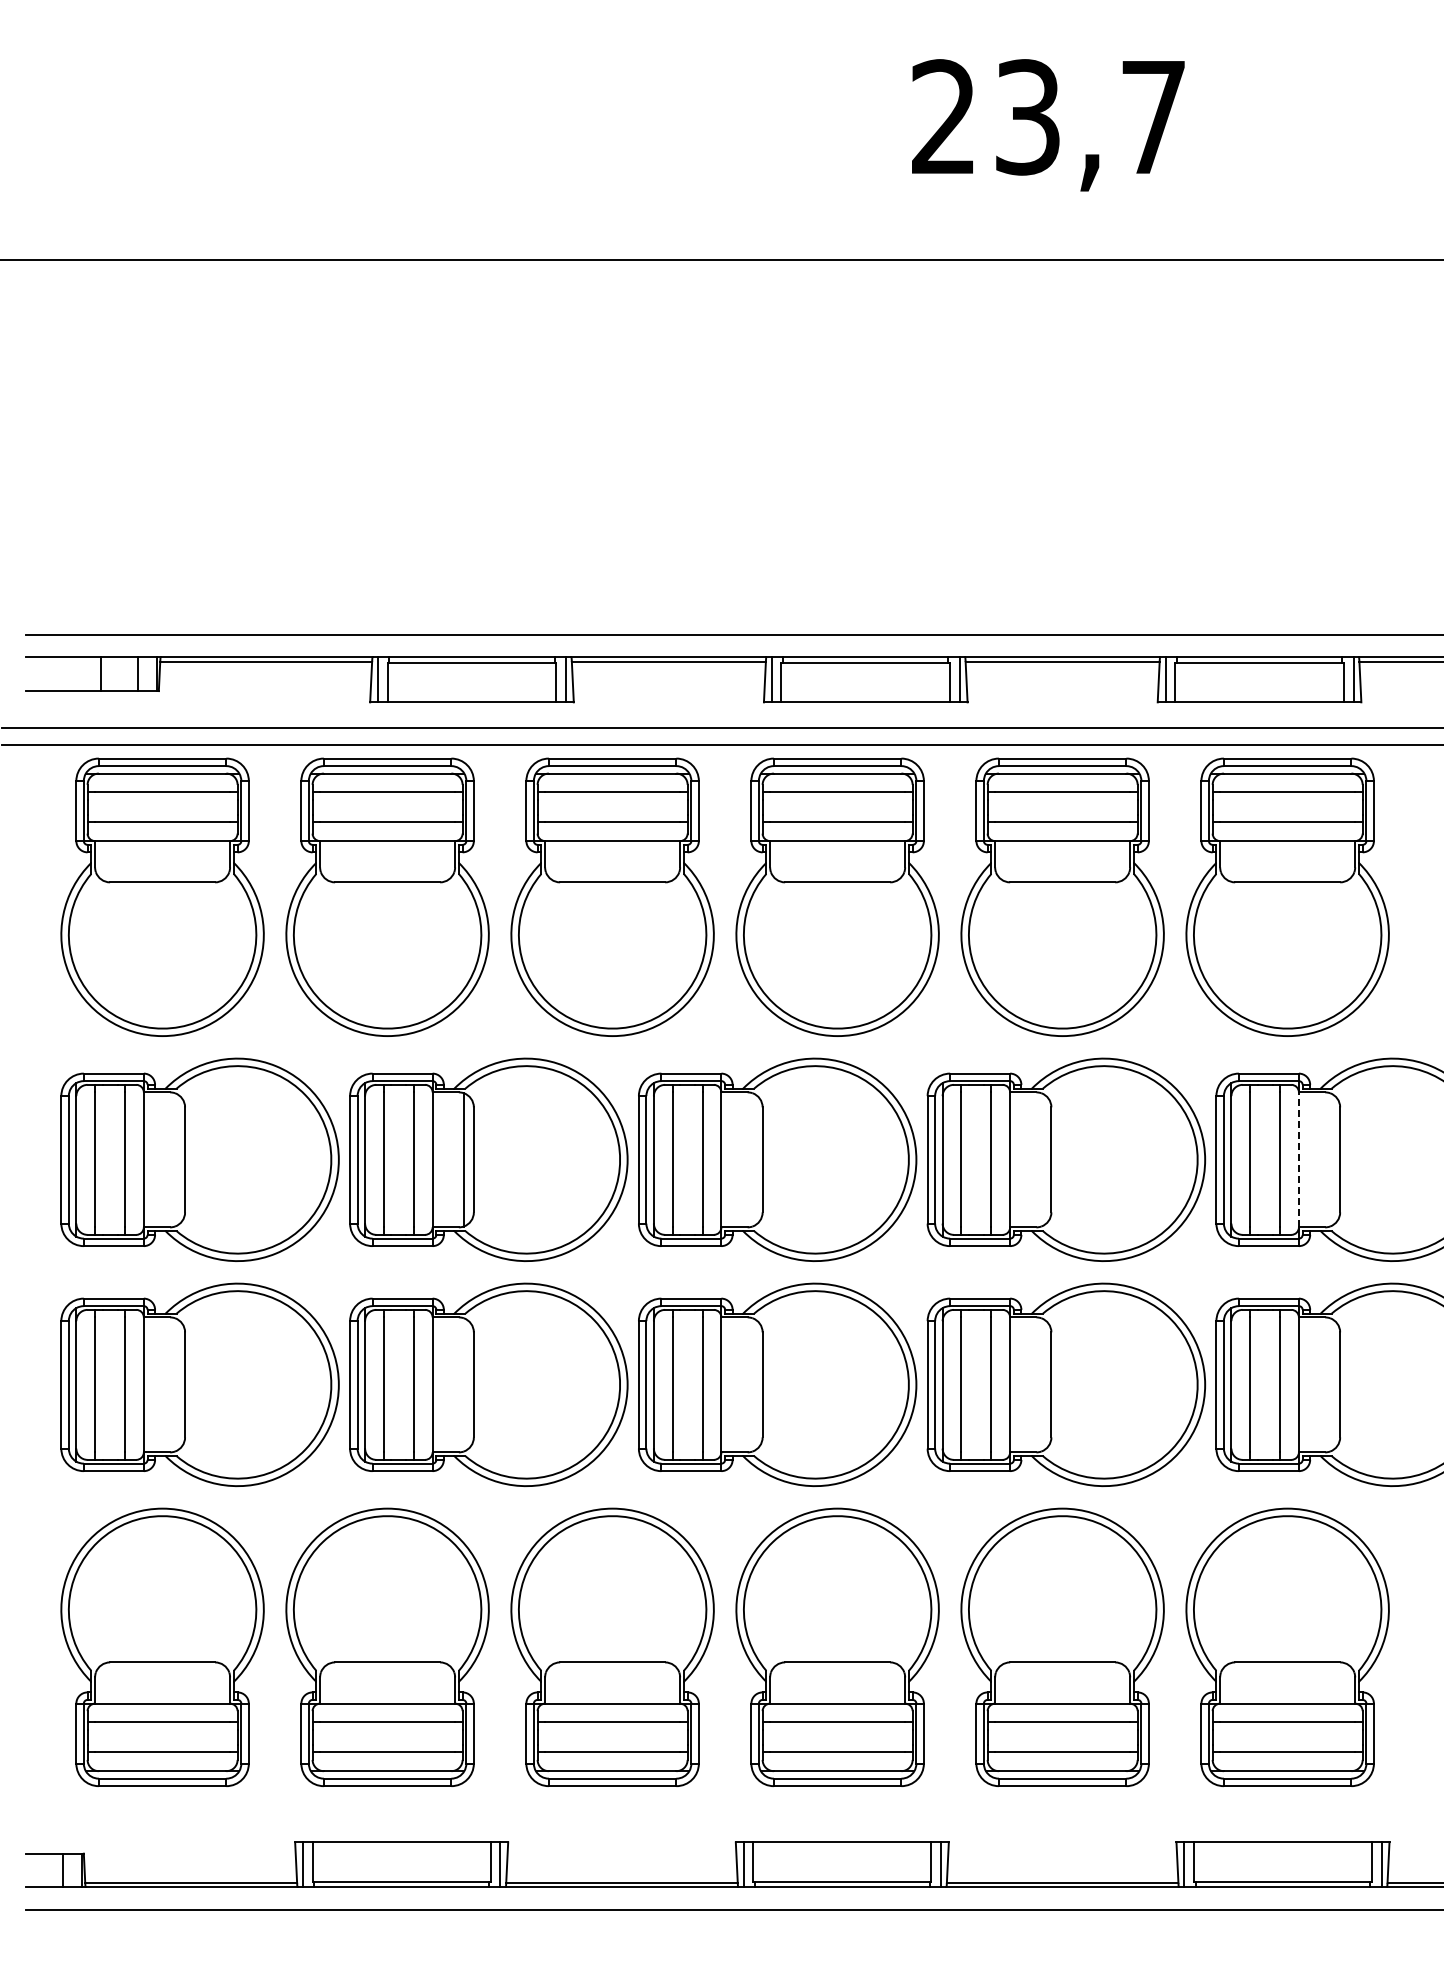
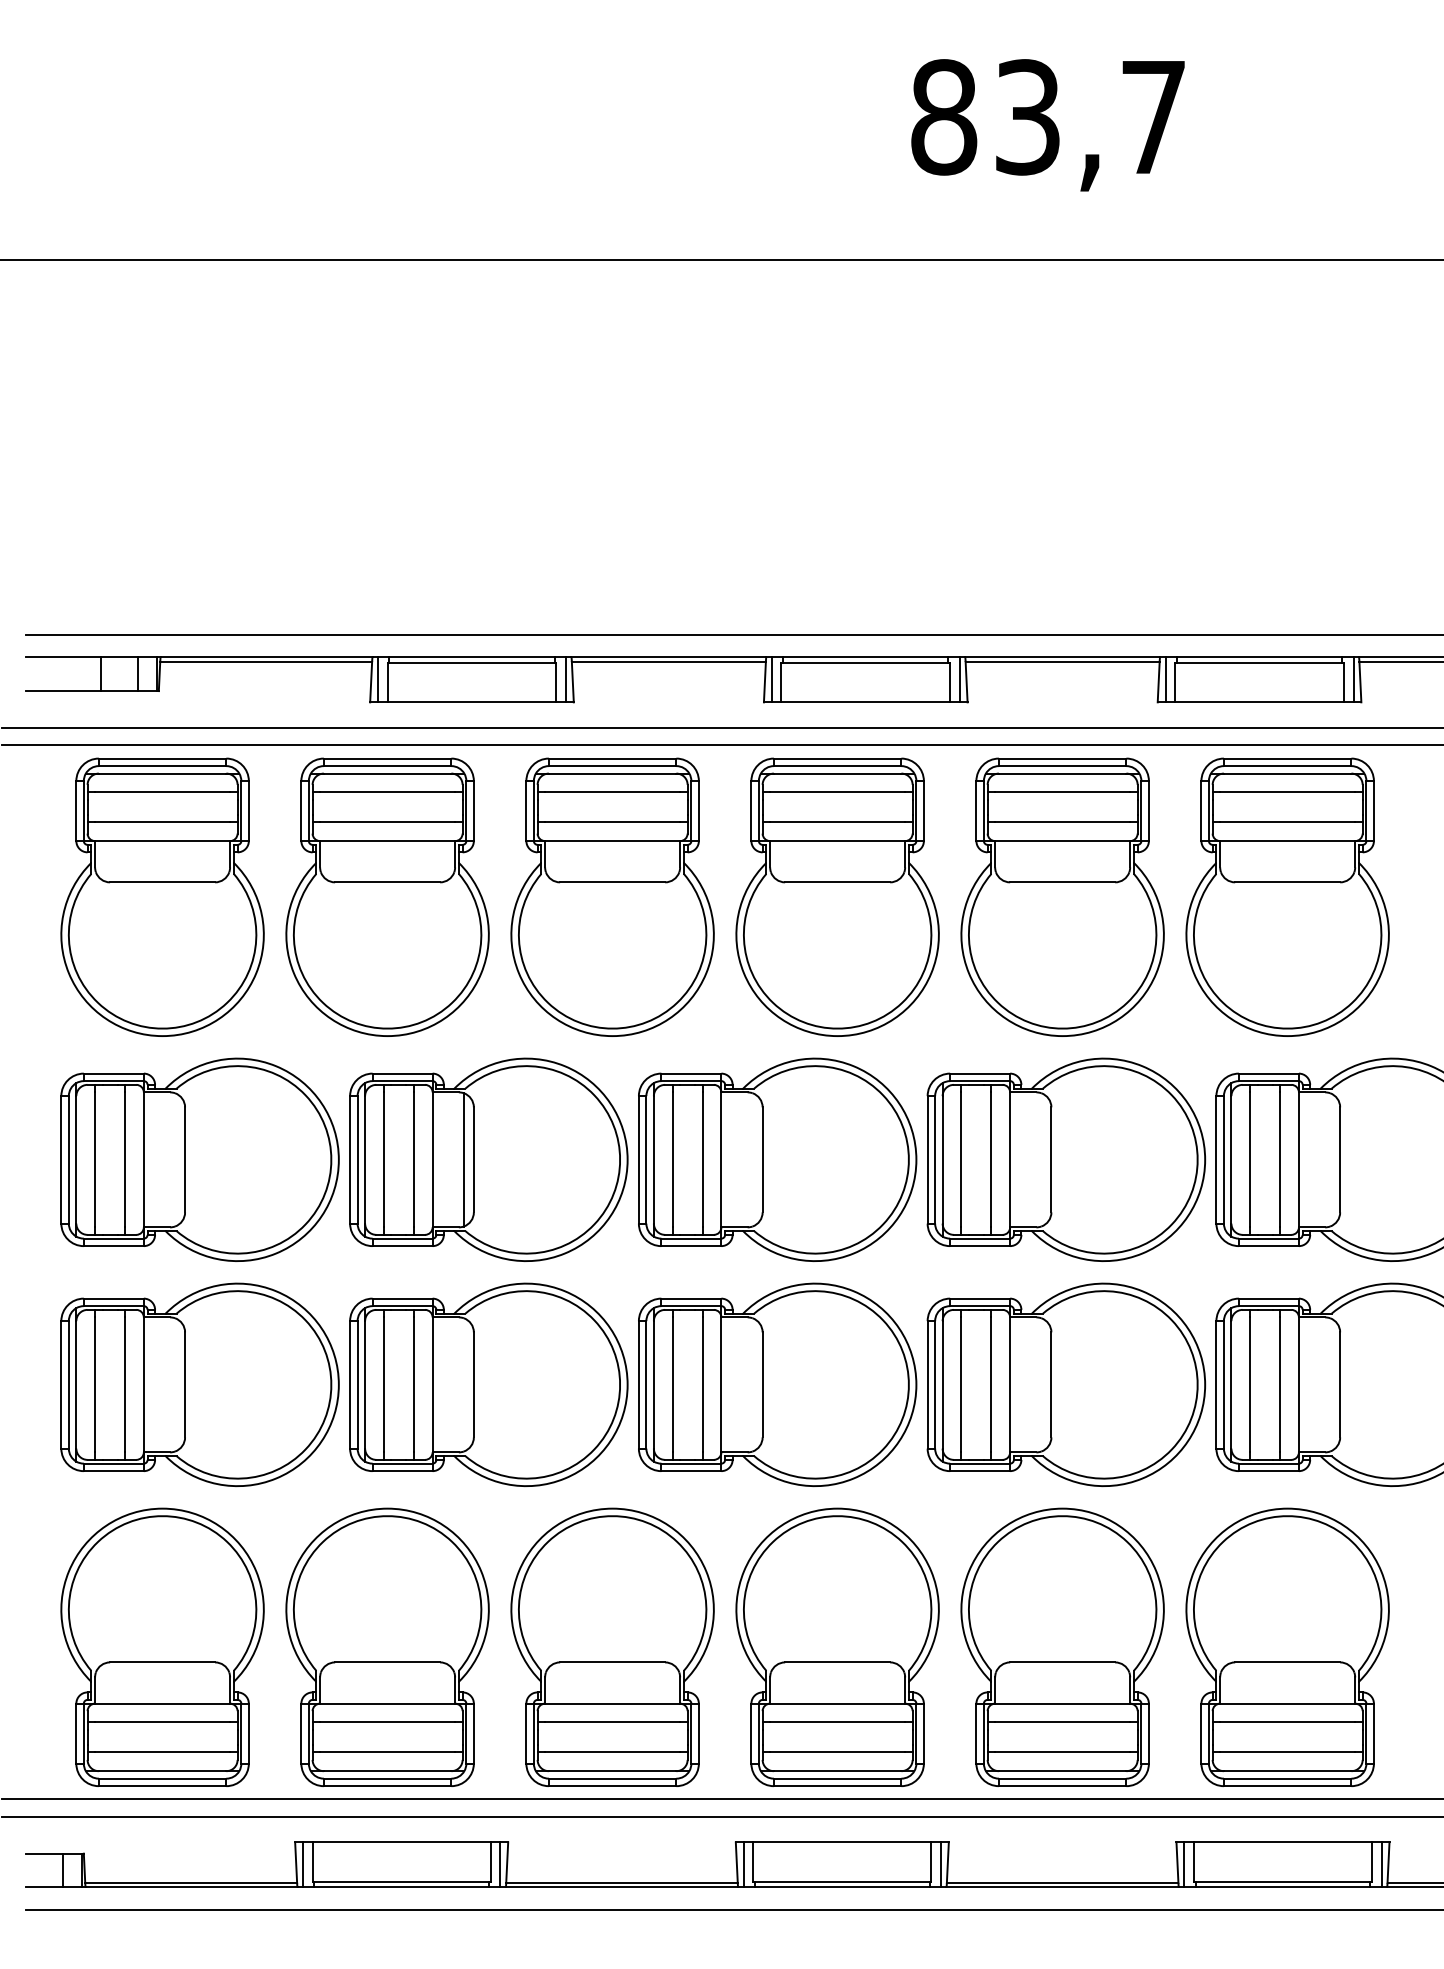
text at (944, 117): 23,7 -> 83,7
line at (1298, 1159): dashed -> solid
line at (721, 1799): none -> present
line at (721, 1816): none -> present
